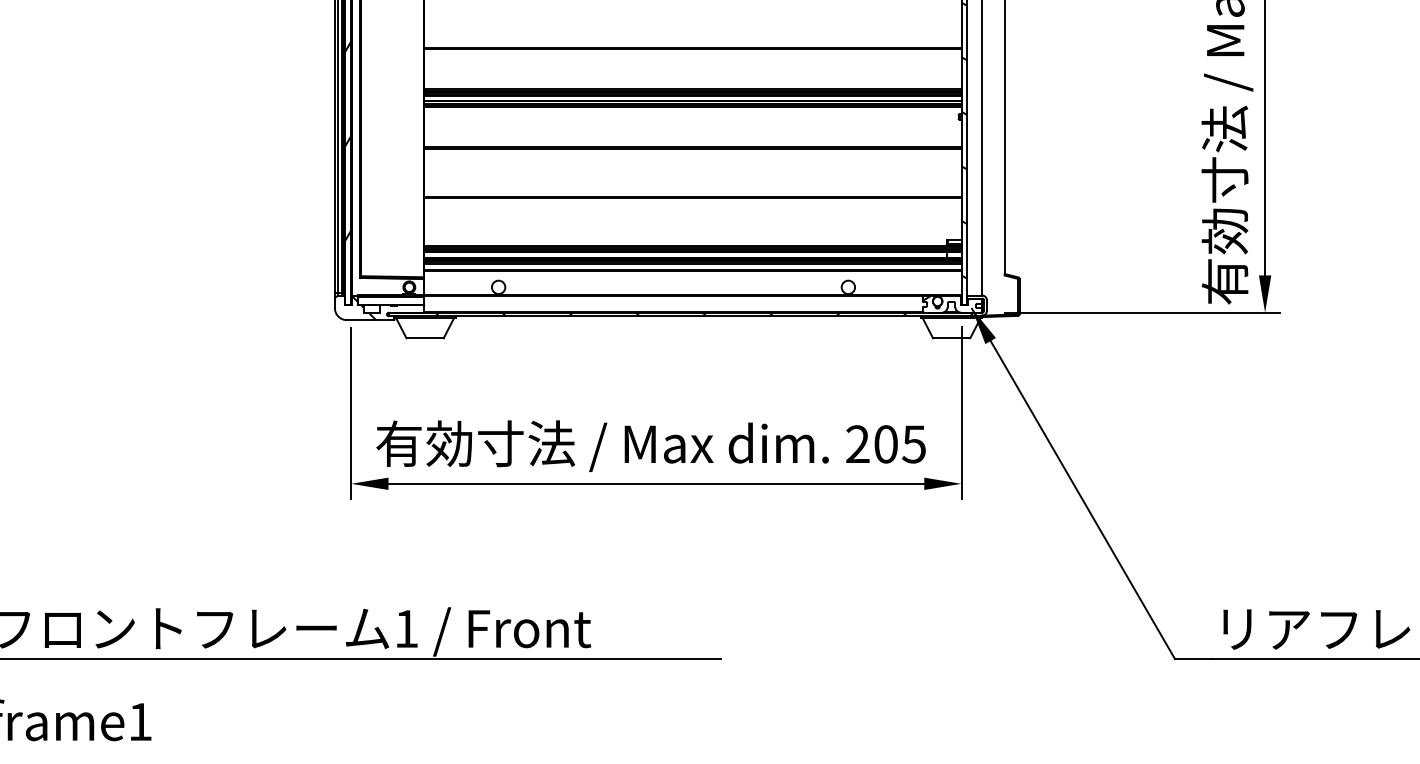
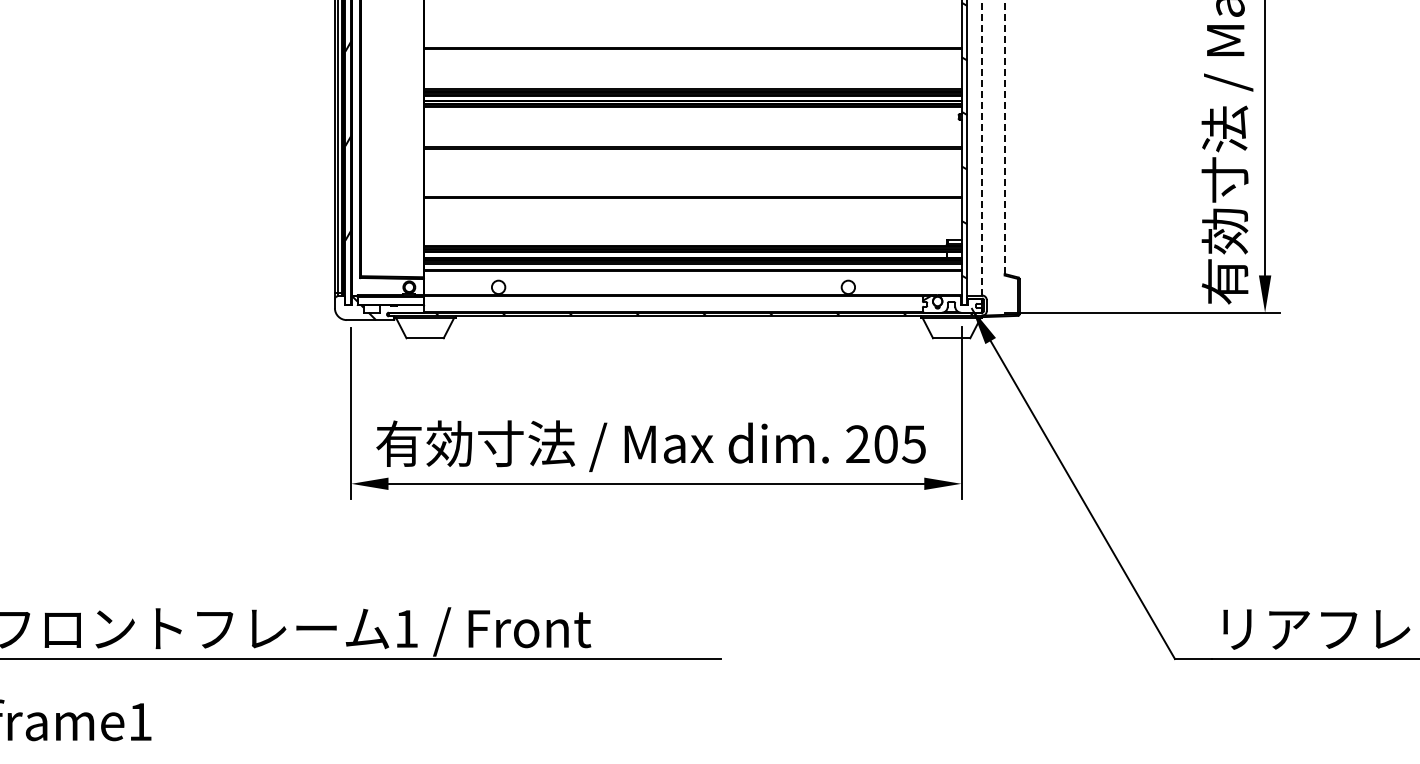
line at (1004, 138): solid -> dashed
line at (982, 147): solid -> dashed
